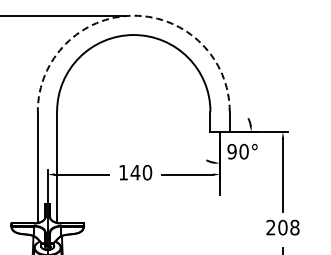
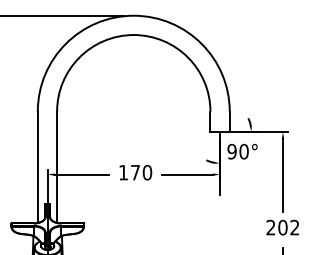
arc at (133, 15): dashed -> solid
text at (135, 172): 140 -> 170
text at (294, 227): 208 -> 202
